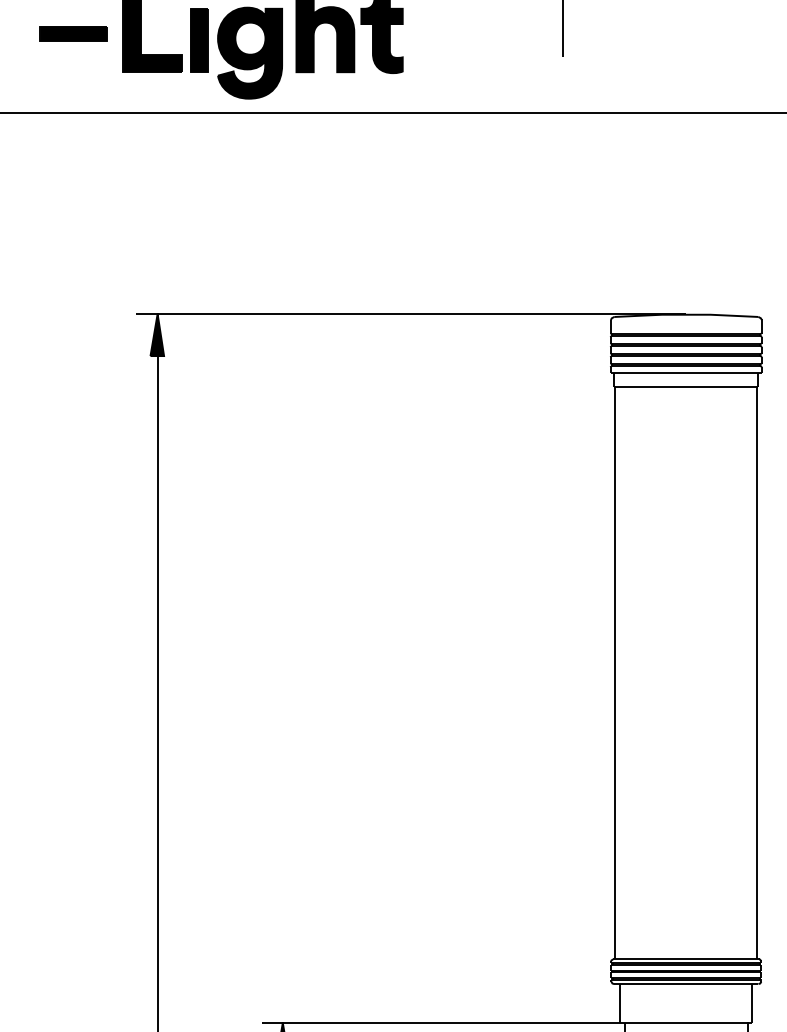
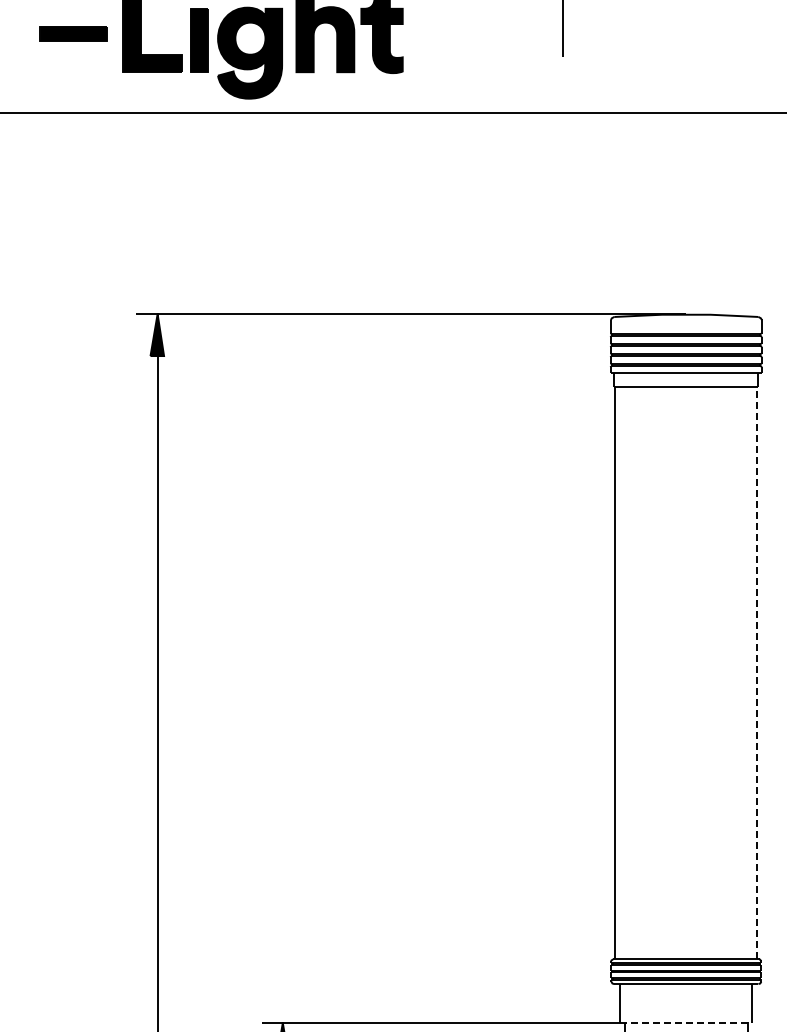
line at (757, 672): solid -> dashed
line at (686, 1023): solid -> dashed
